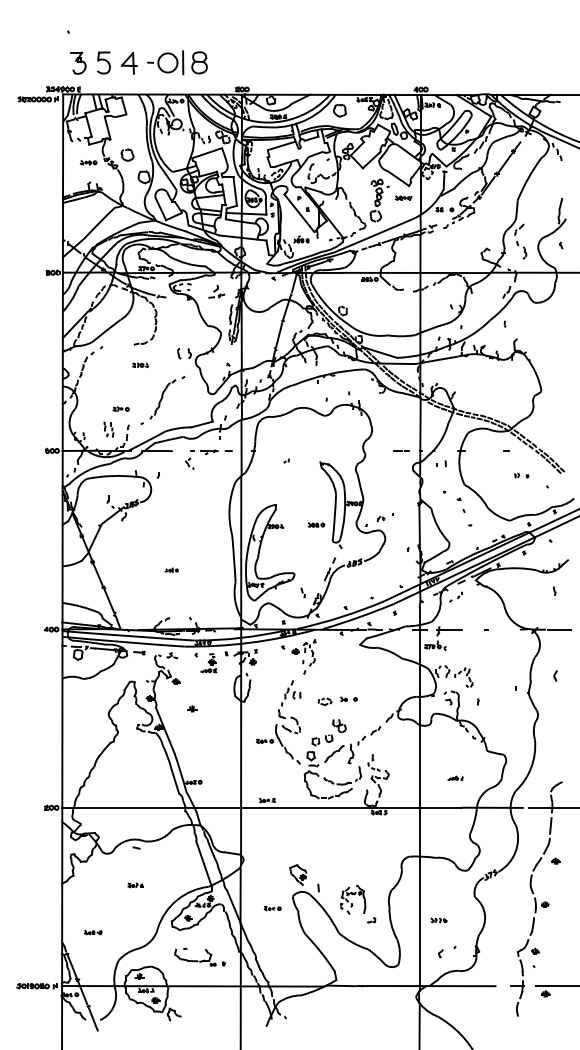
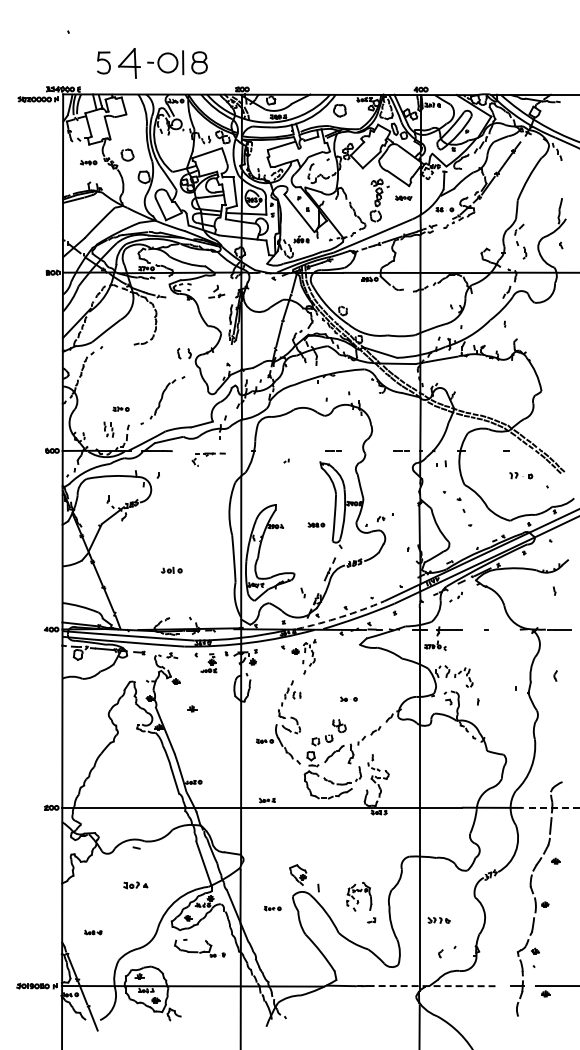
part at (78, 62): present -> none
part at (128, 63) size: 18x23 px -> 23x31 px
part at (140, 364): present -> none
line at (333, 450): none -> present
part at (208, 459) size: 49x21 px -> 35x15 px
part at (521, 475) size: 16x6 px -> 25x8 px
part at (171, 569) size: 15x6 px -> 22x8 px
arc at (341, 617): solid -> dashed
part at (324, 701): present -> none
part at (455, 778): present -> none
line at (554, 807): solid -> dashed
part at (135, 885) size: 17x7 px -> 26x9 px
part at (353, 899) position: (353, 899) -> (359, 896)
part at (438, 920) size: 18x7 px -> 24x7 px
part at (199, 956) position: (199, 956) -> (199, 947)
line at (431, 986): solid -> dashed
